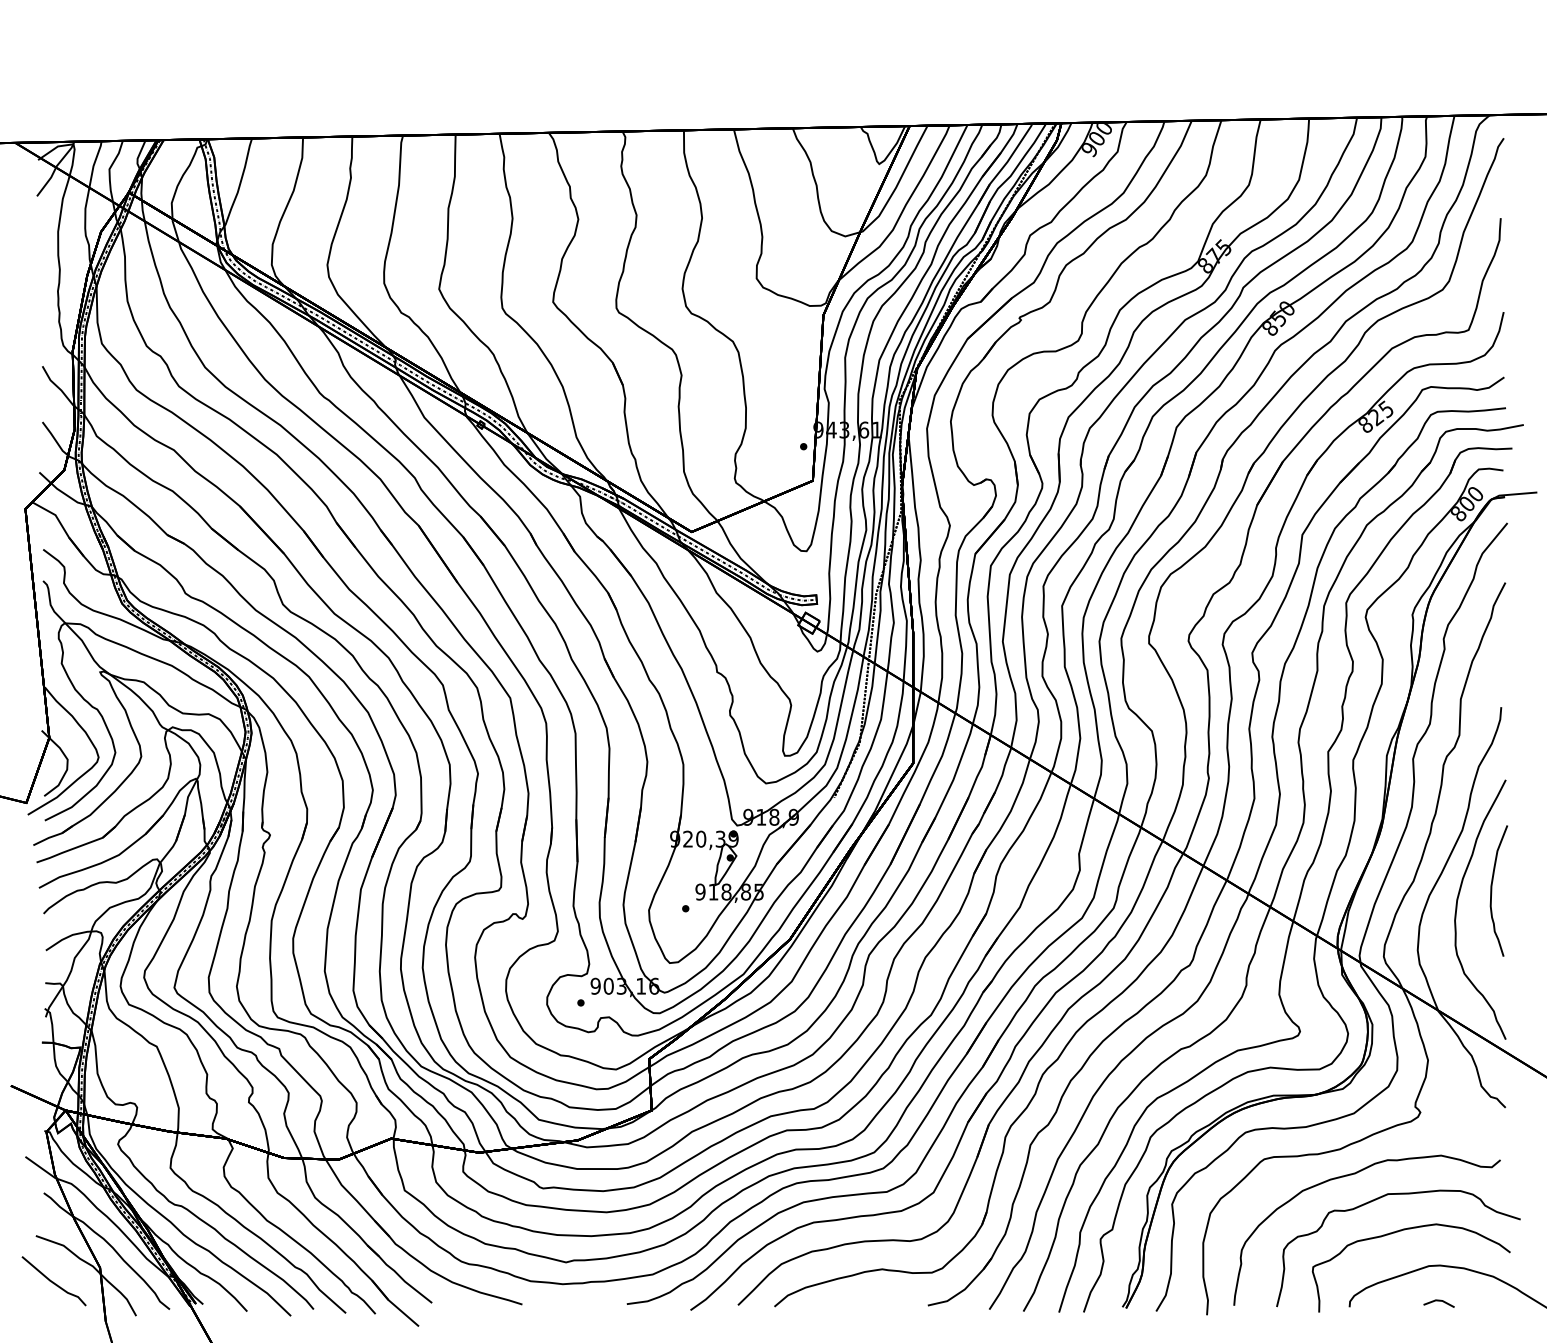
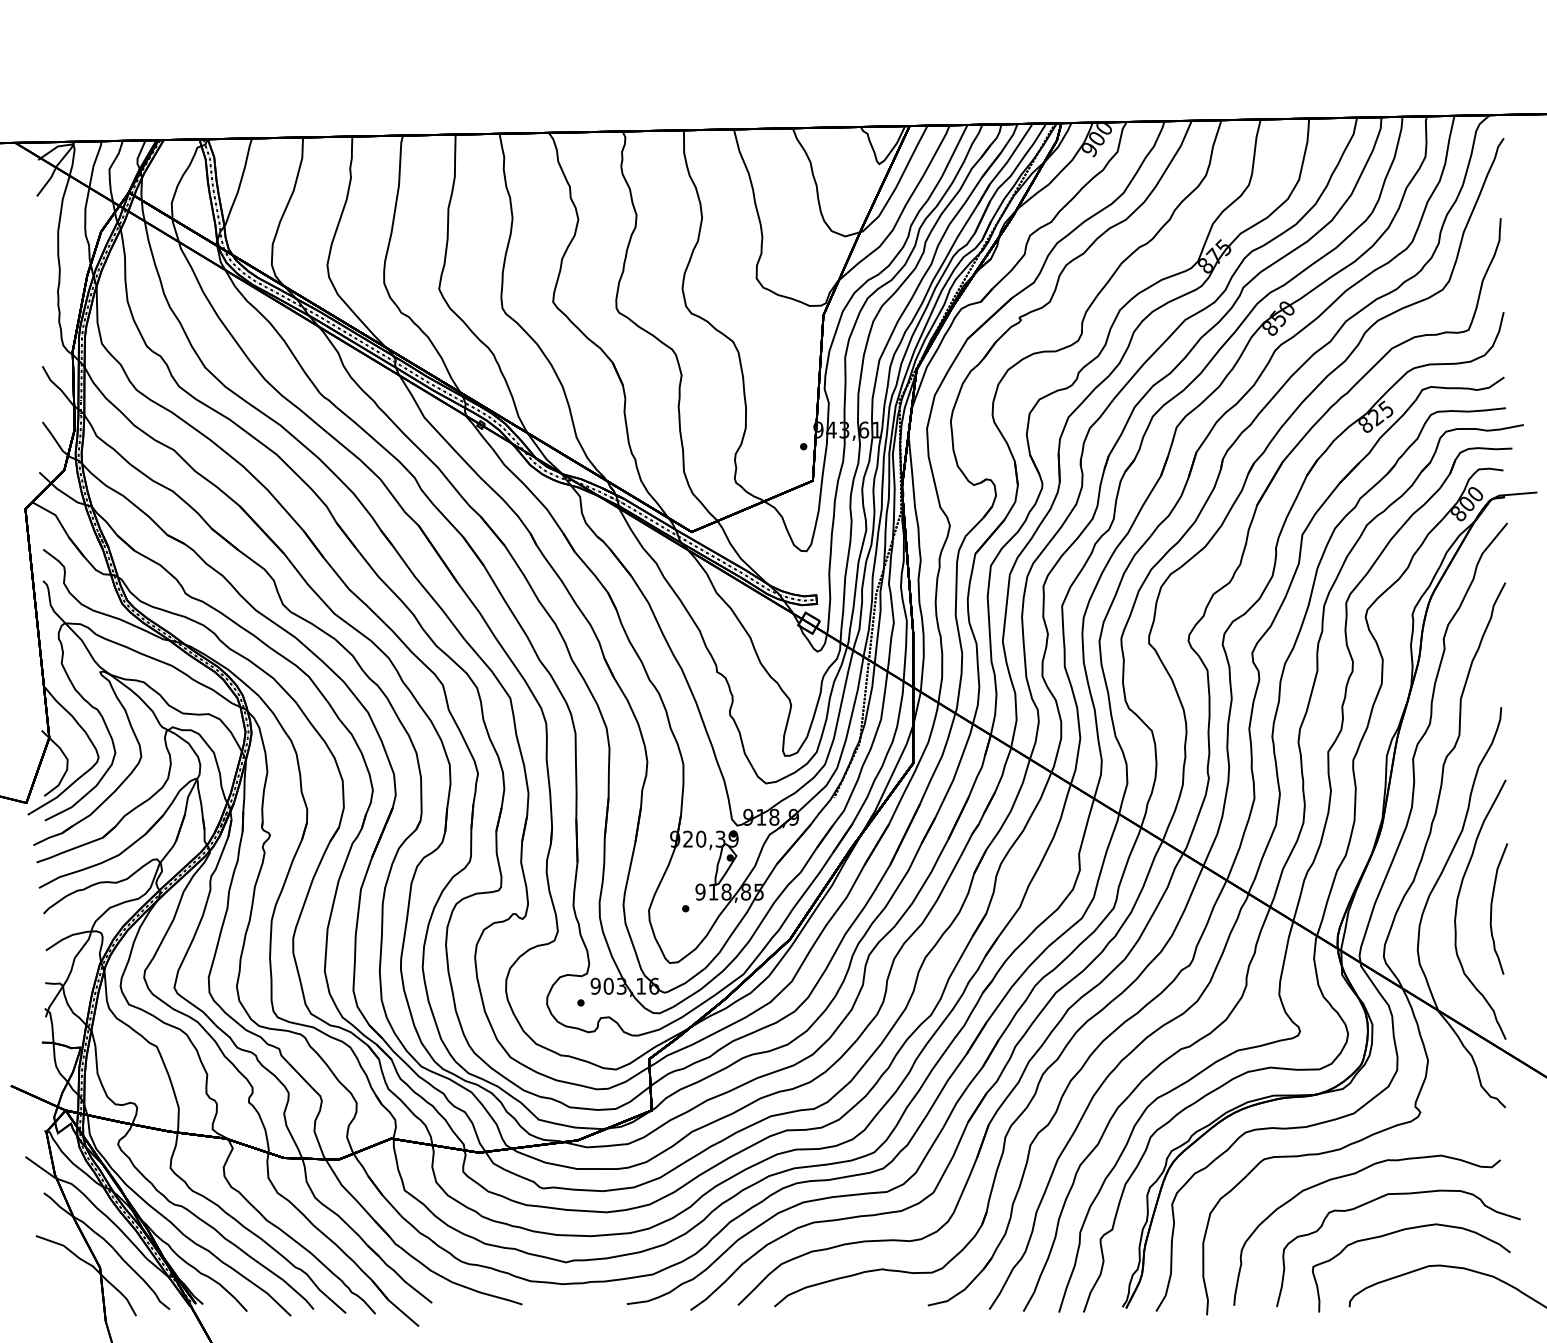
curve at (1492, 890) position: (1492, 890) -> (1492, 908)
line at (53, 1281): present -> none
line at (1438, 1301): present -> none
